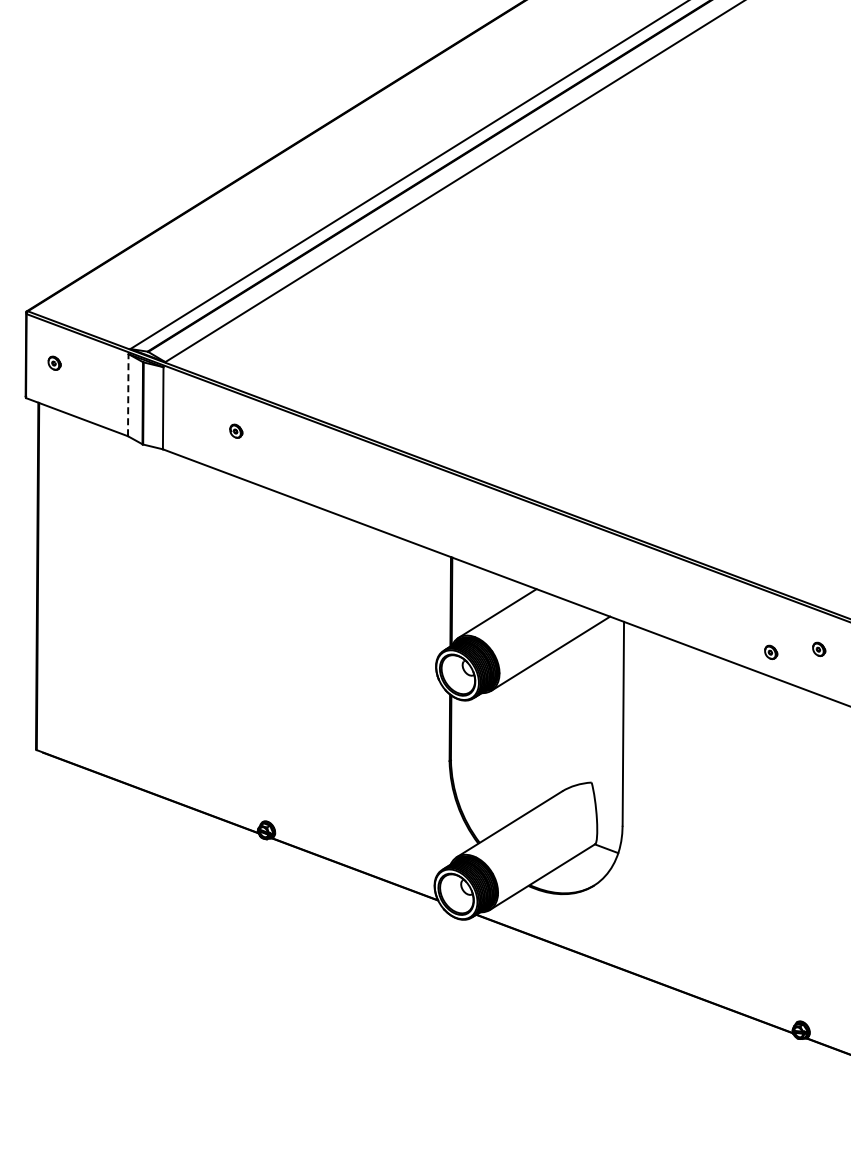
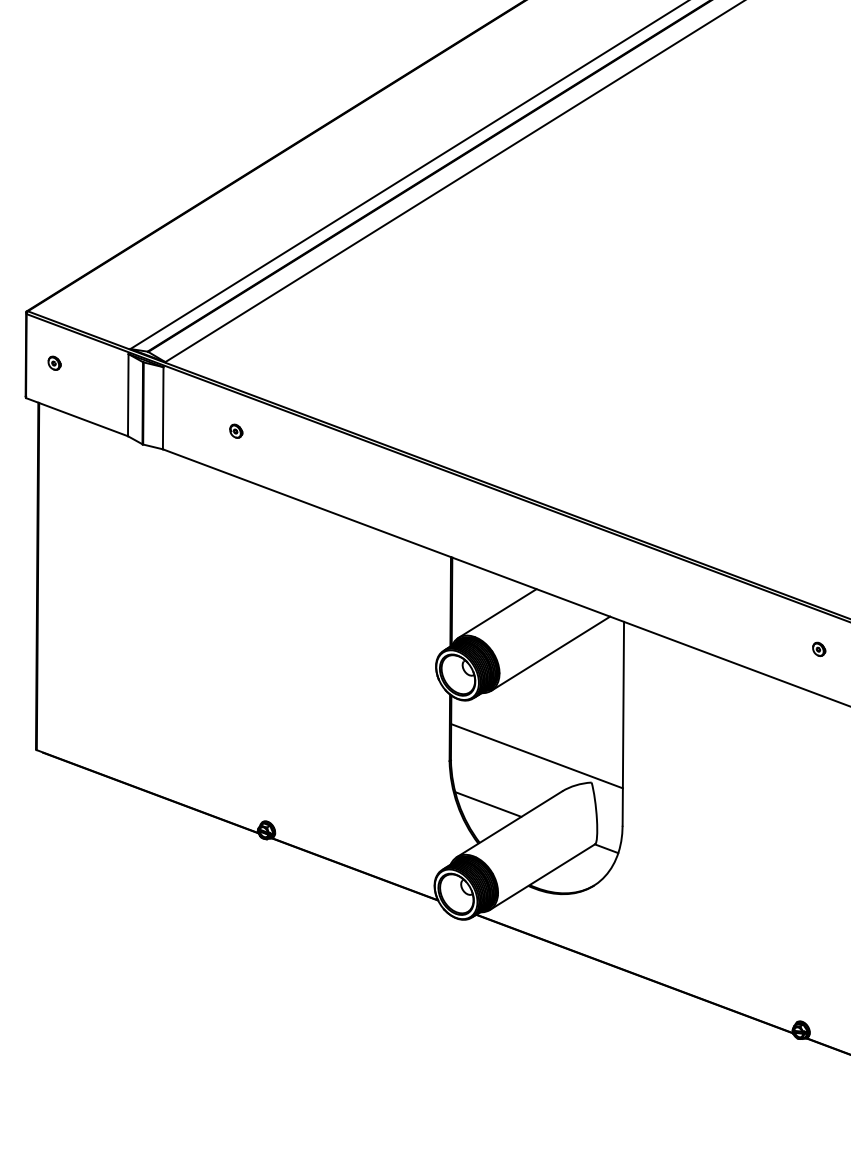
line at (128, 394): dashed -> solid
part at (771, 651): present -> none
line at (536, 756): none -> present
line at (488, 804): none -> present
